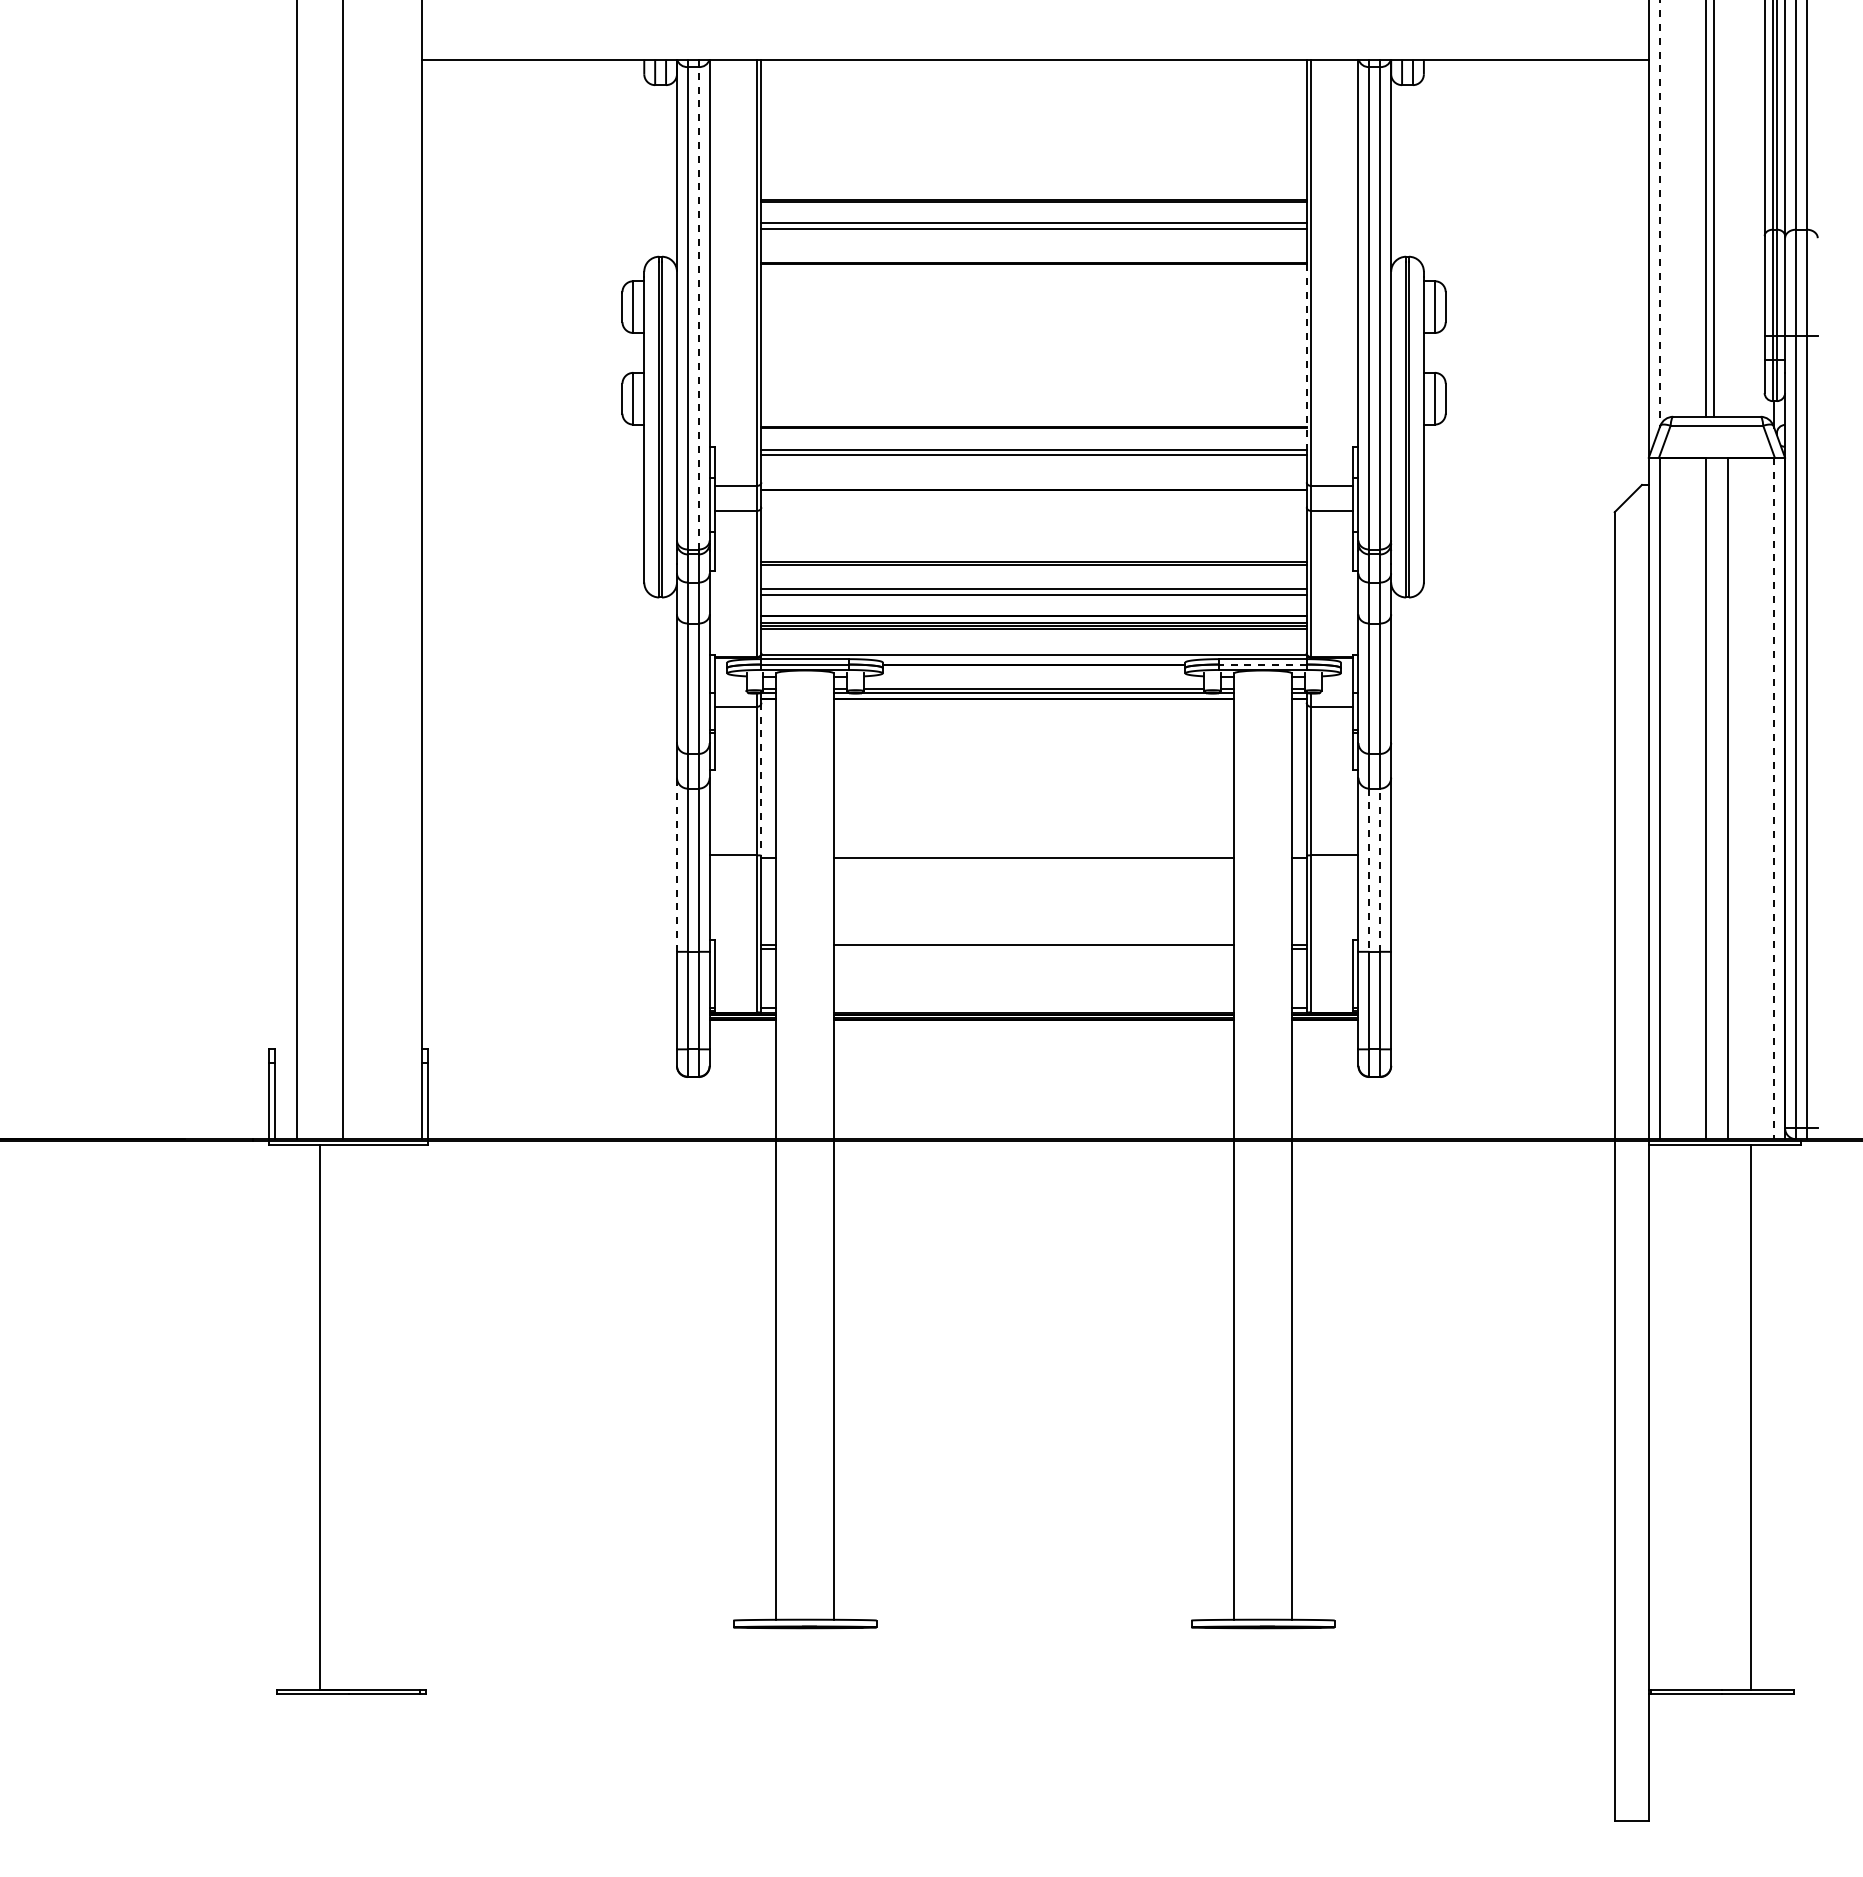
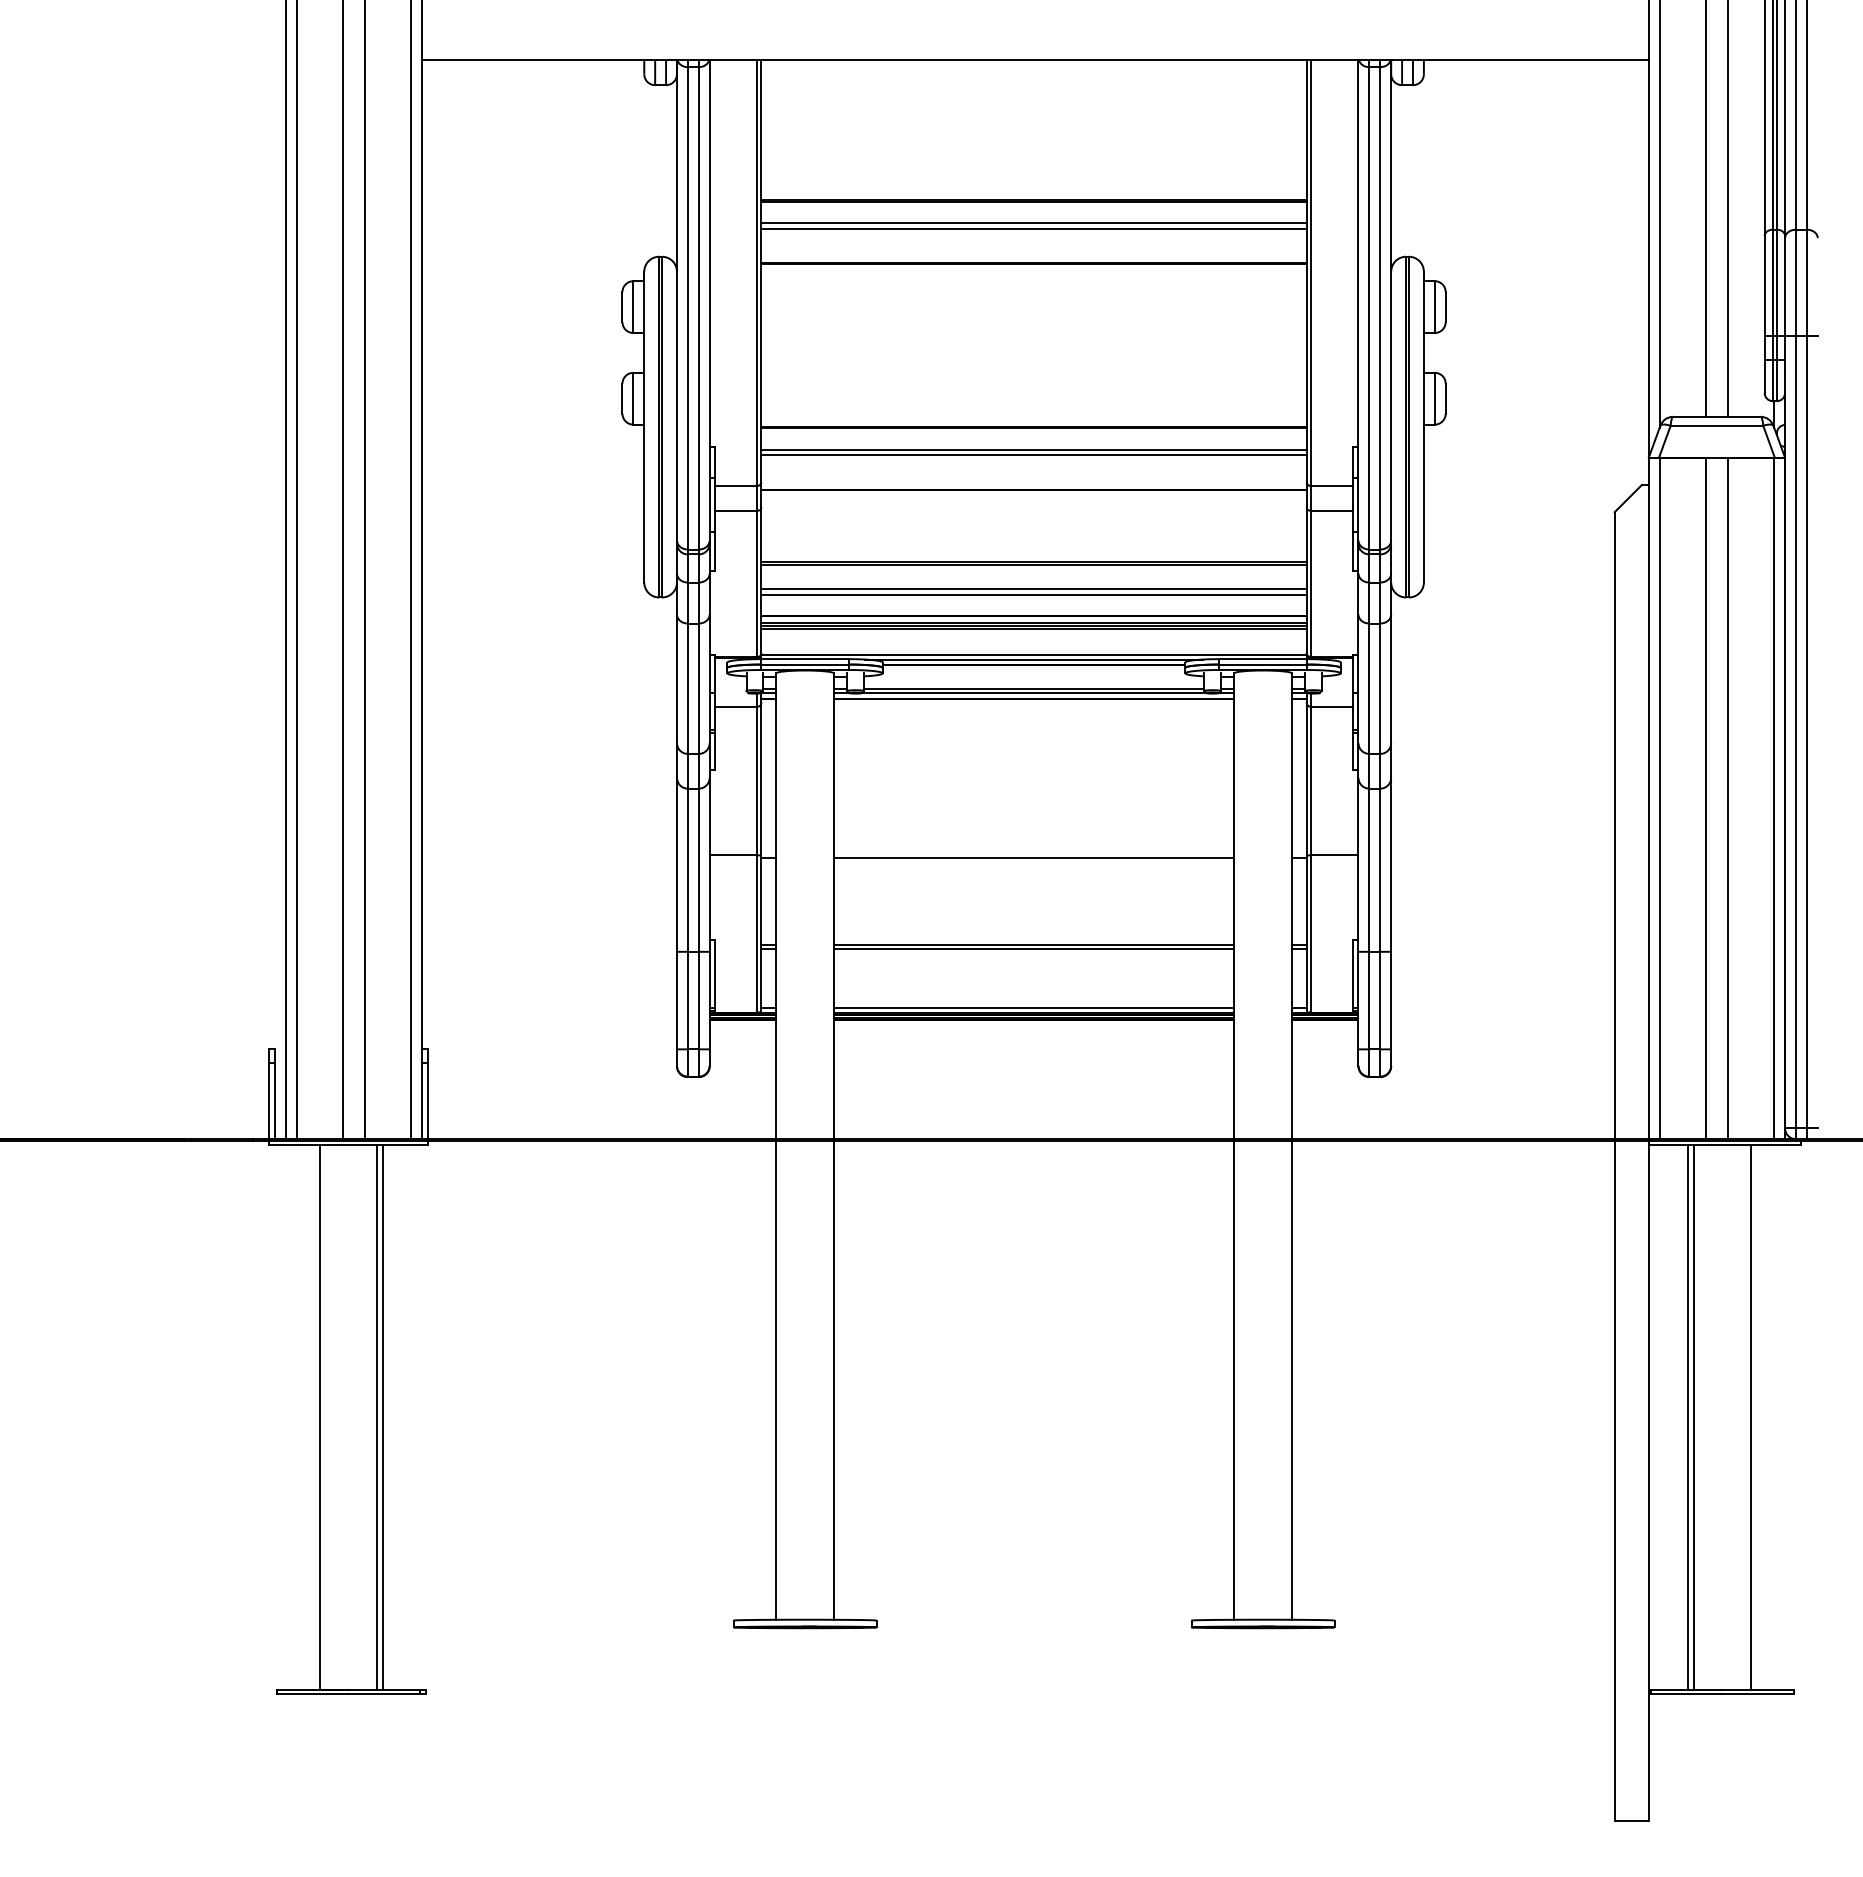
line at (1713, 209) position: (1713, 209) -> (1727, 209)
line at (1659, 213): dashed -> solid
line at (698, 307): dashed -> solid
line at (1306, 356): dashed -> solid
line at (285, 570): none -> present
line at (364, 570): none -> present
line at (411, 570): none -> present
line at (1033, 659): none -> present
line at (1263, 664): dashed -> solid
line at (761, 779): dashed -> solid
line at (1774, 798): dashed -> solid
line at (676, 864): dashed -> solid
line at (1369, 870): dashed -> solid
line at (1380, 870): dashed -> solid
line at (1033, 948): none -> present
line at (1033, 1008): none -> present
line at (377, 1416): none -> present
line at (382, 1416): none -> present
line at (1688, 1416): none -> present
line at (1693, 1416): none -> present
